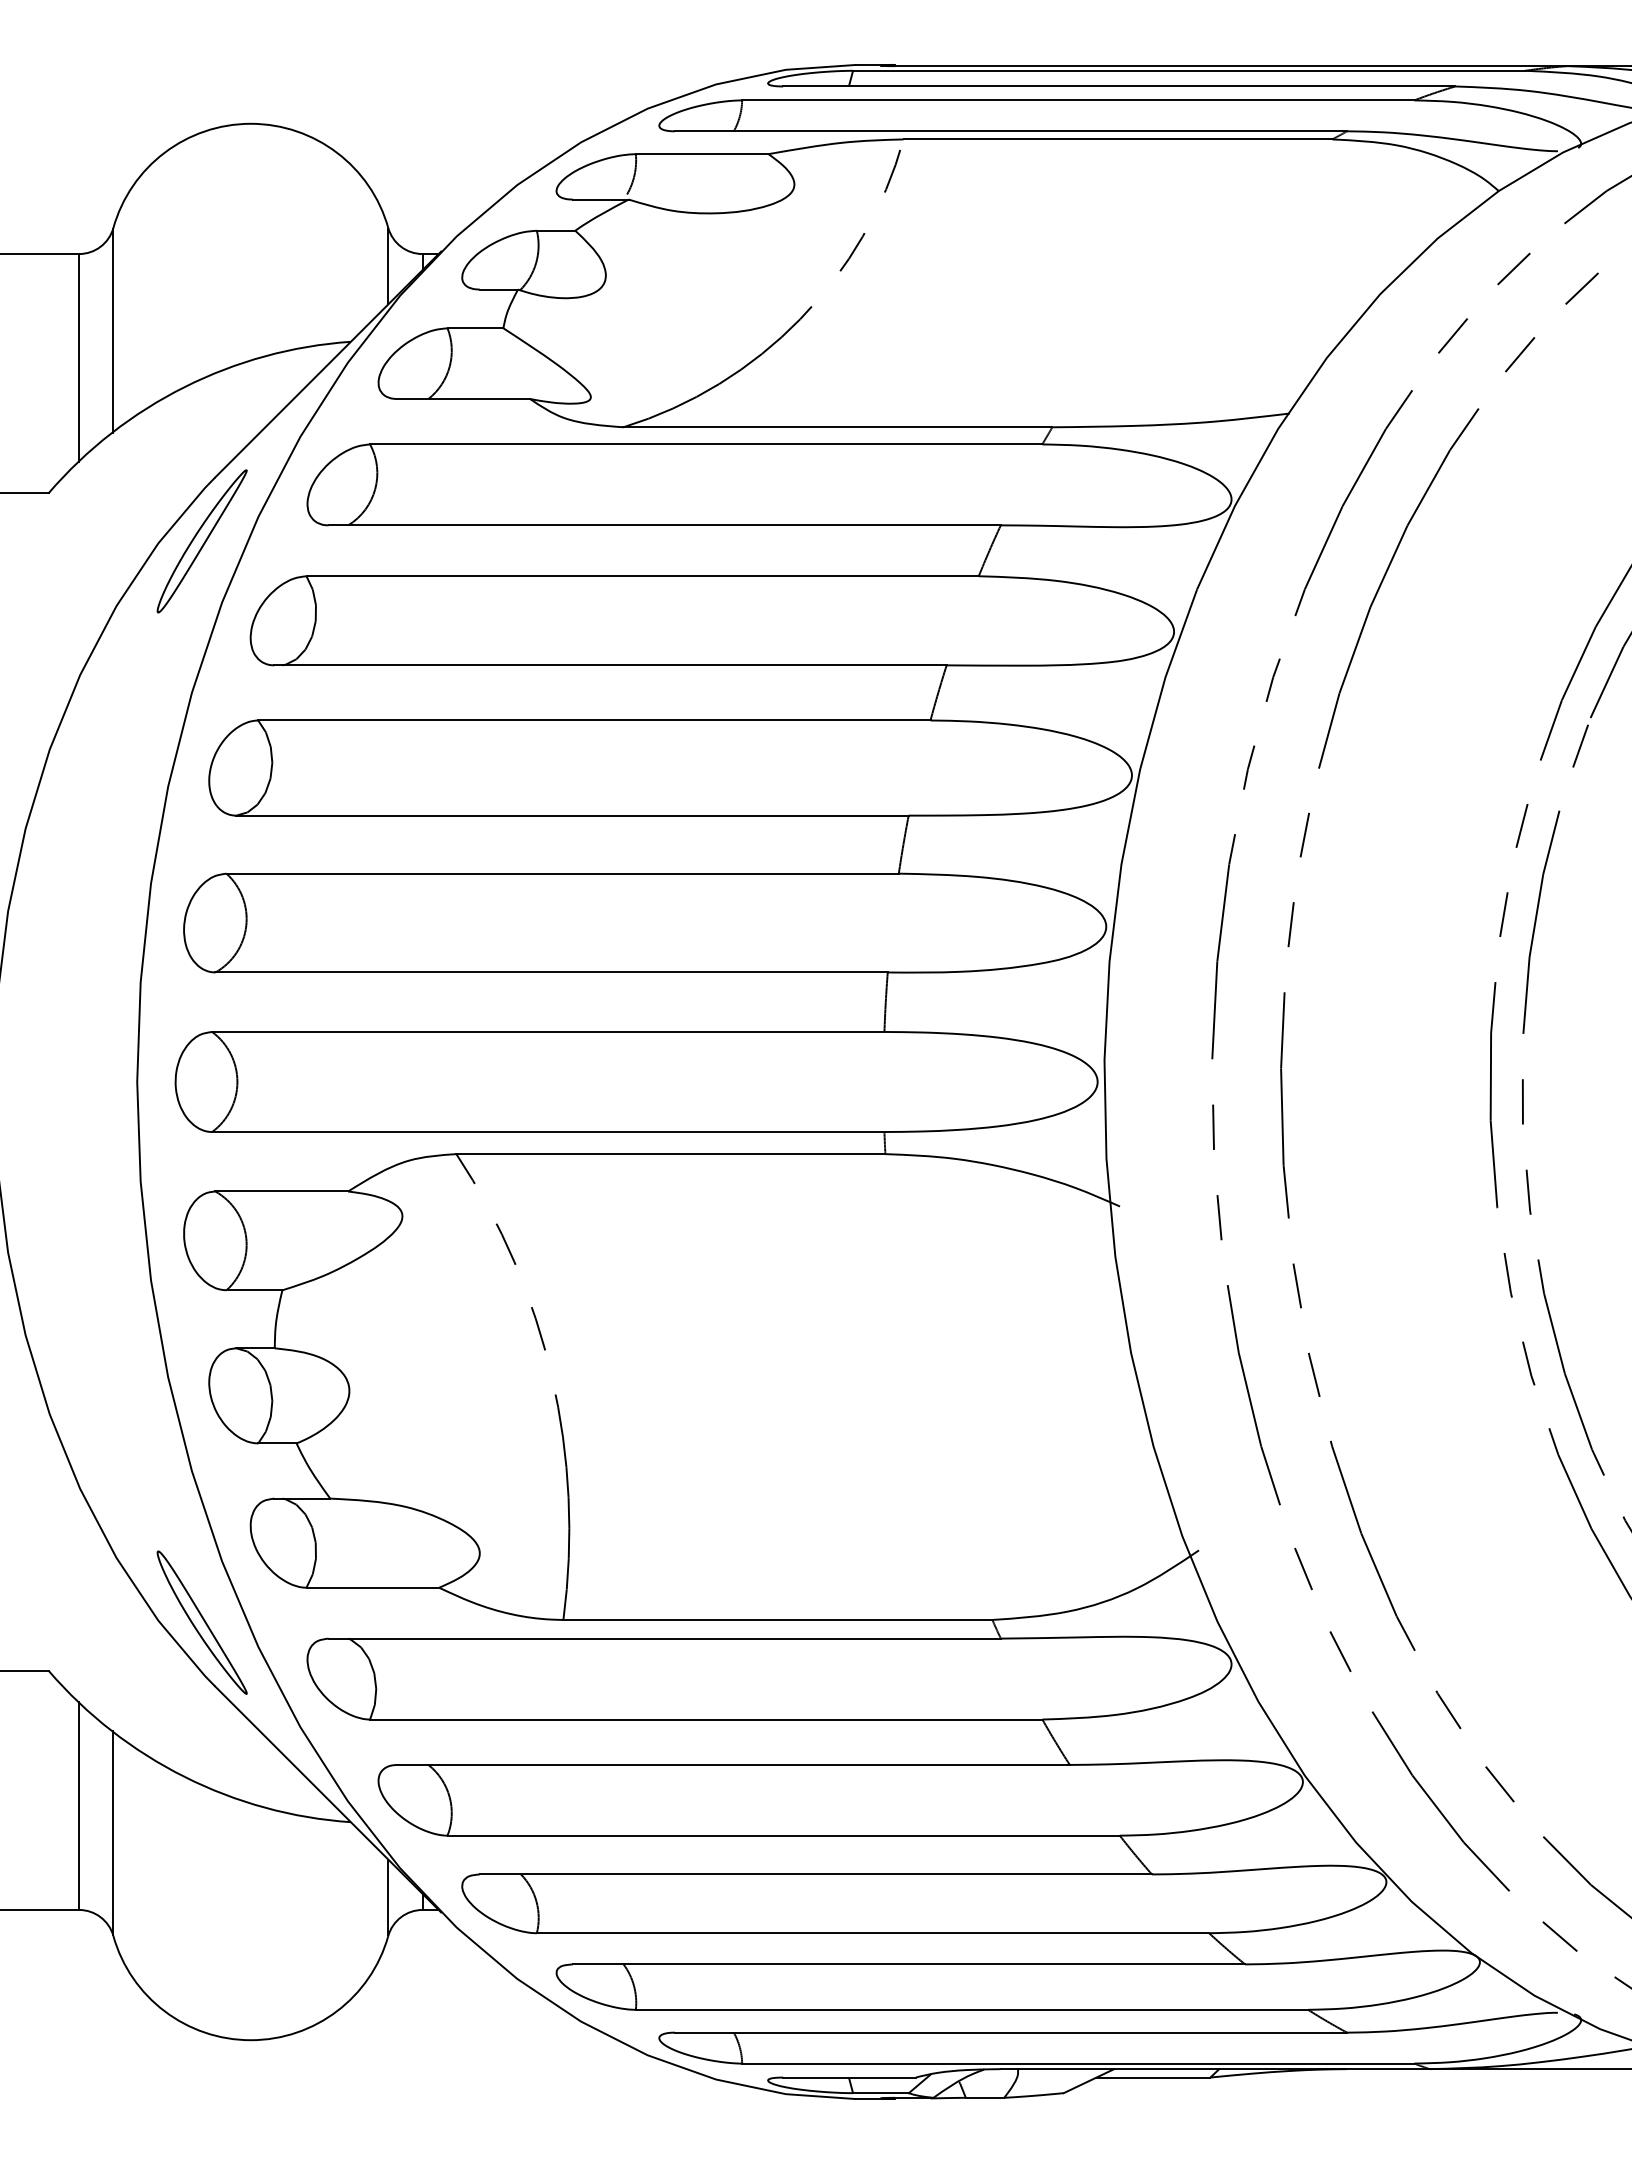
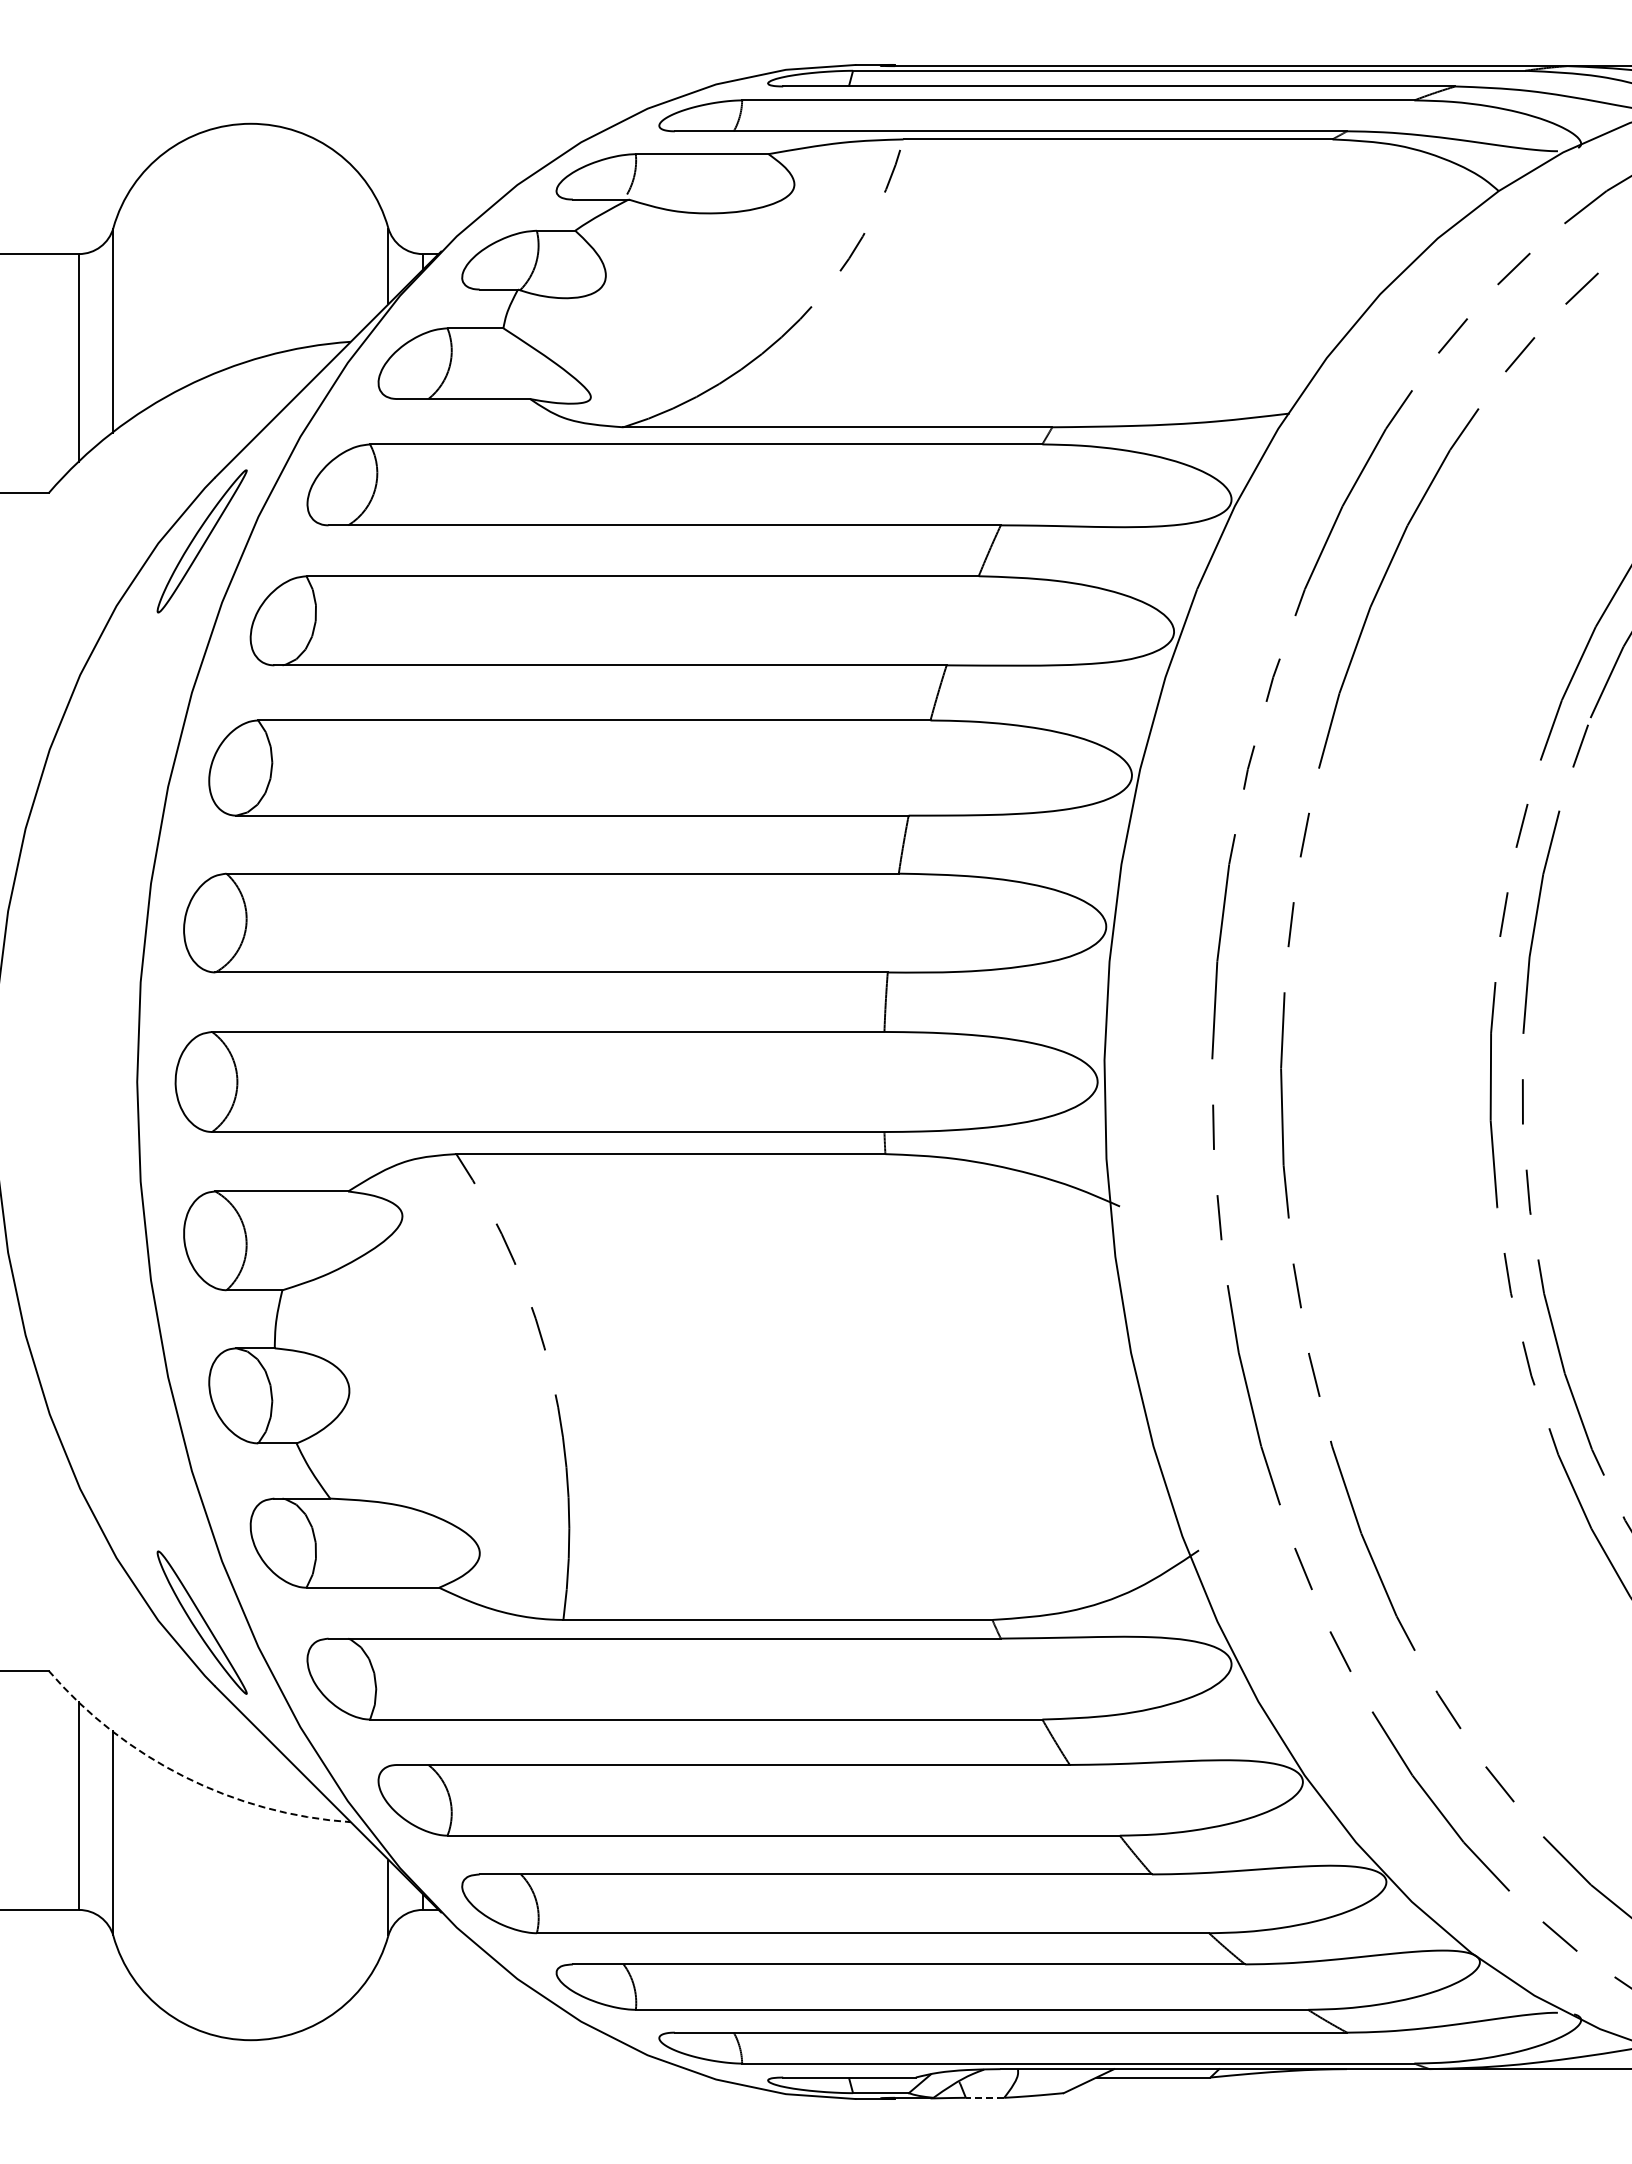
arc at (184, 1776): solid -> dashed
line at (984, 2097): solid -> dashed
